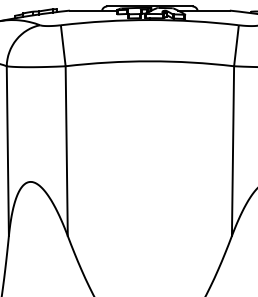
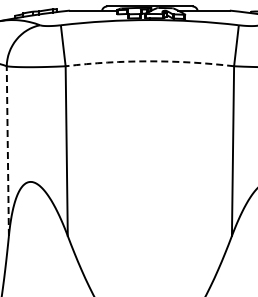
arc at (149, 61): solid -> dashed
line at (7, 151): solid -> dashed
